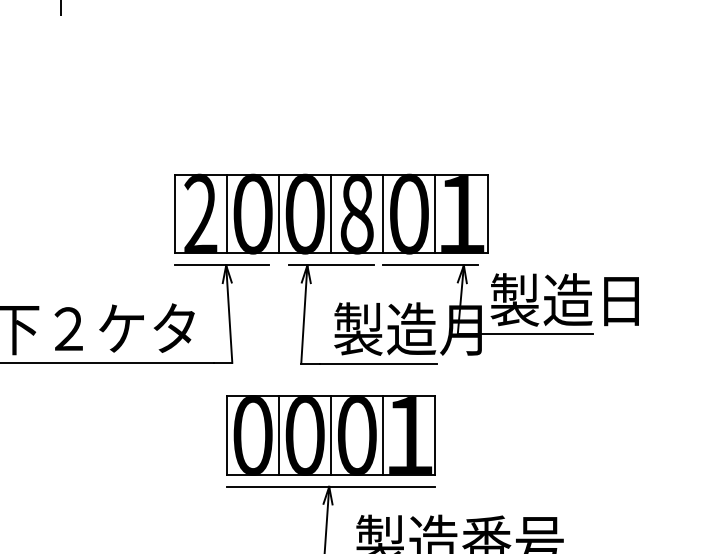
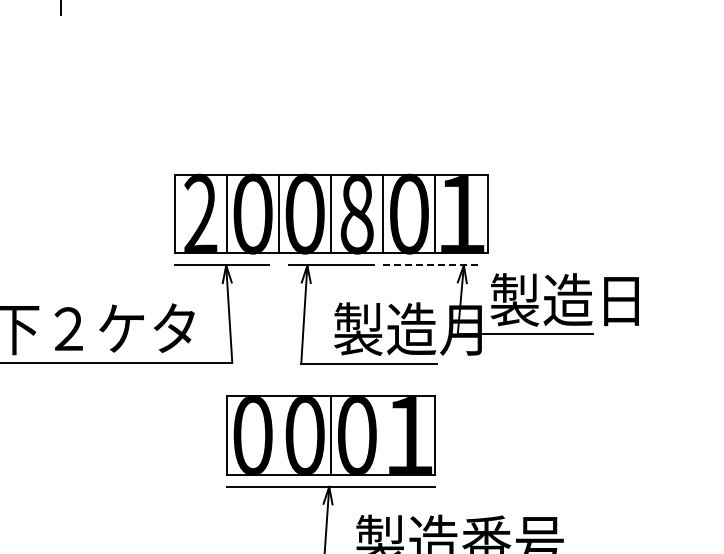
line at (430, 265): solid -> dashed
line at (279, 435): present -> none
line at (383, 435): present -> none
